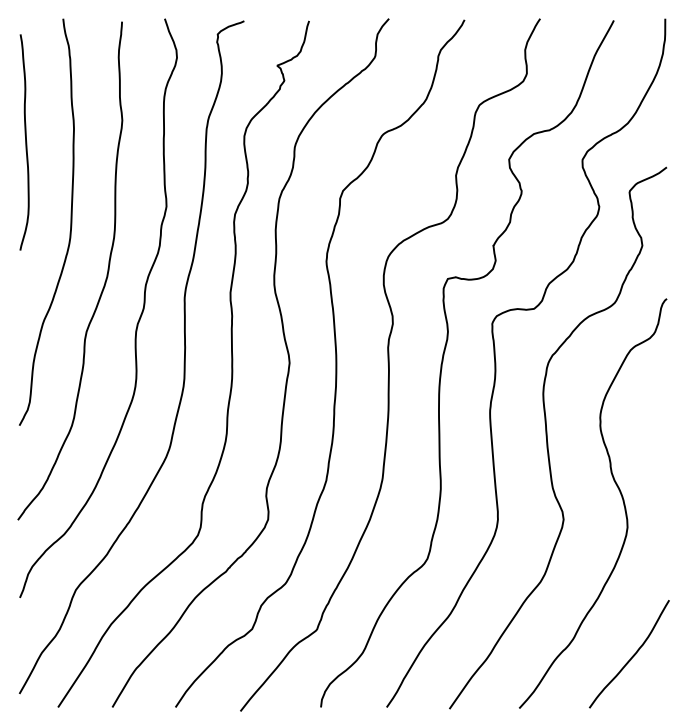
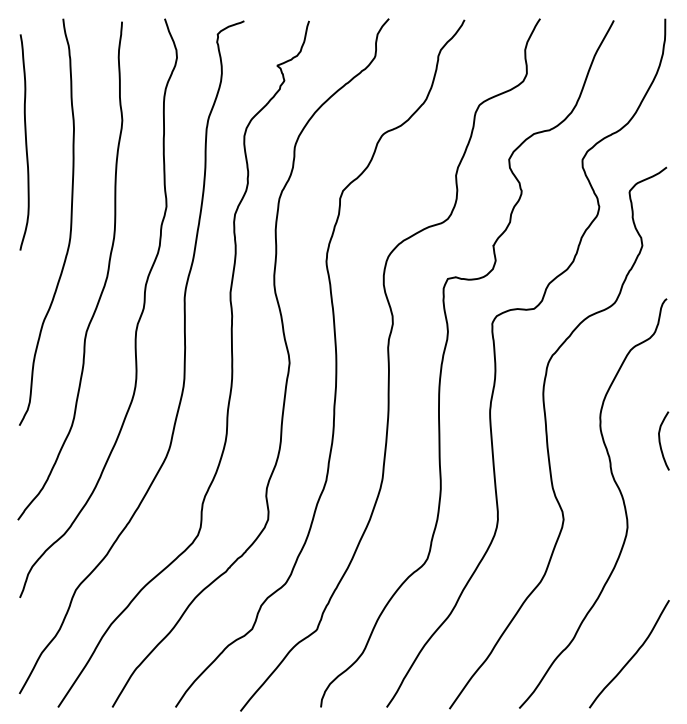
curve at (660, 440): none -> present
